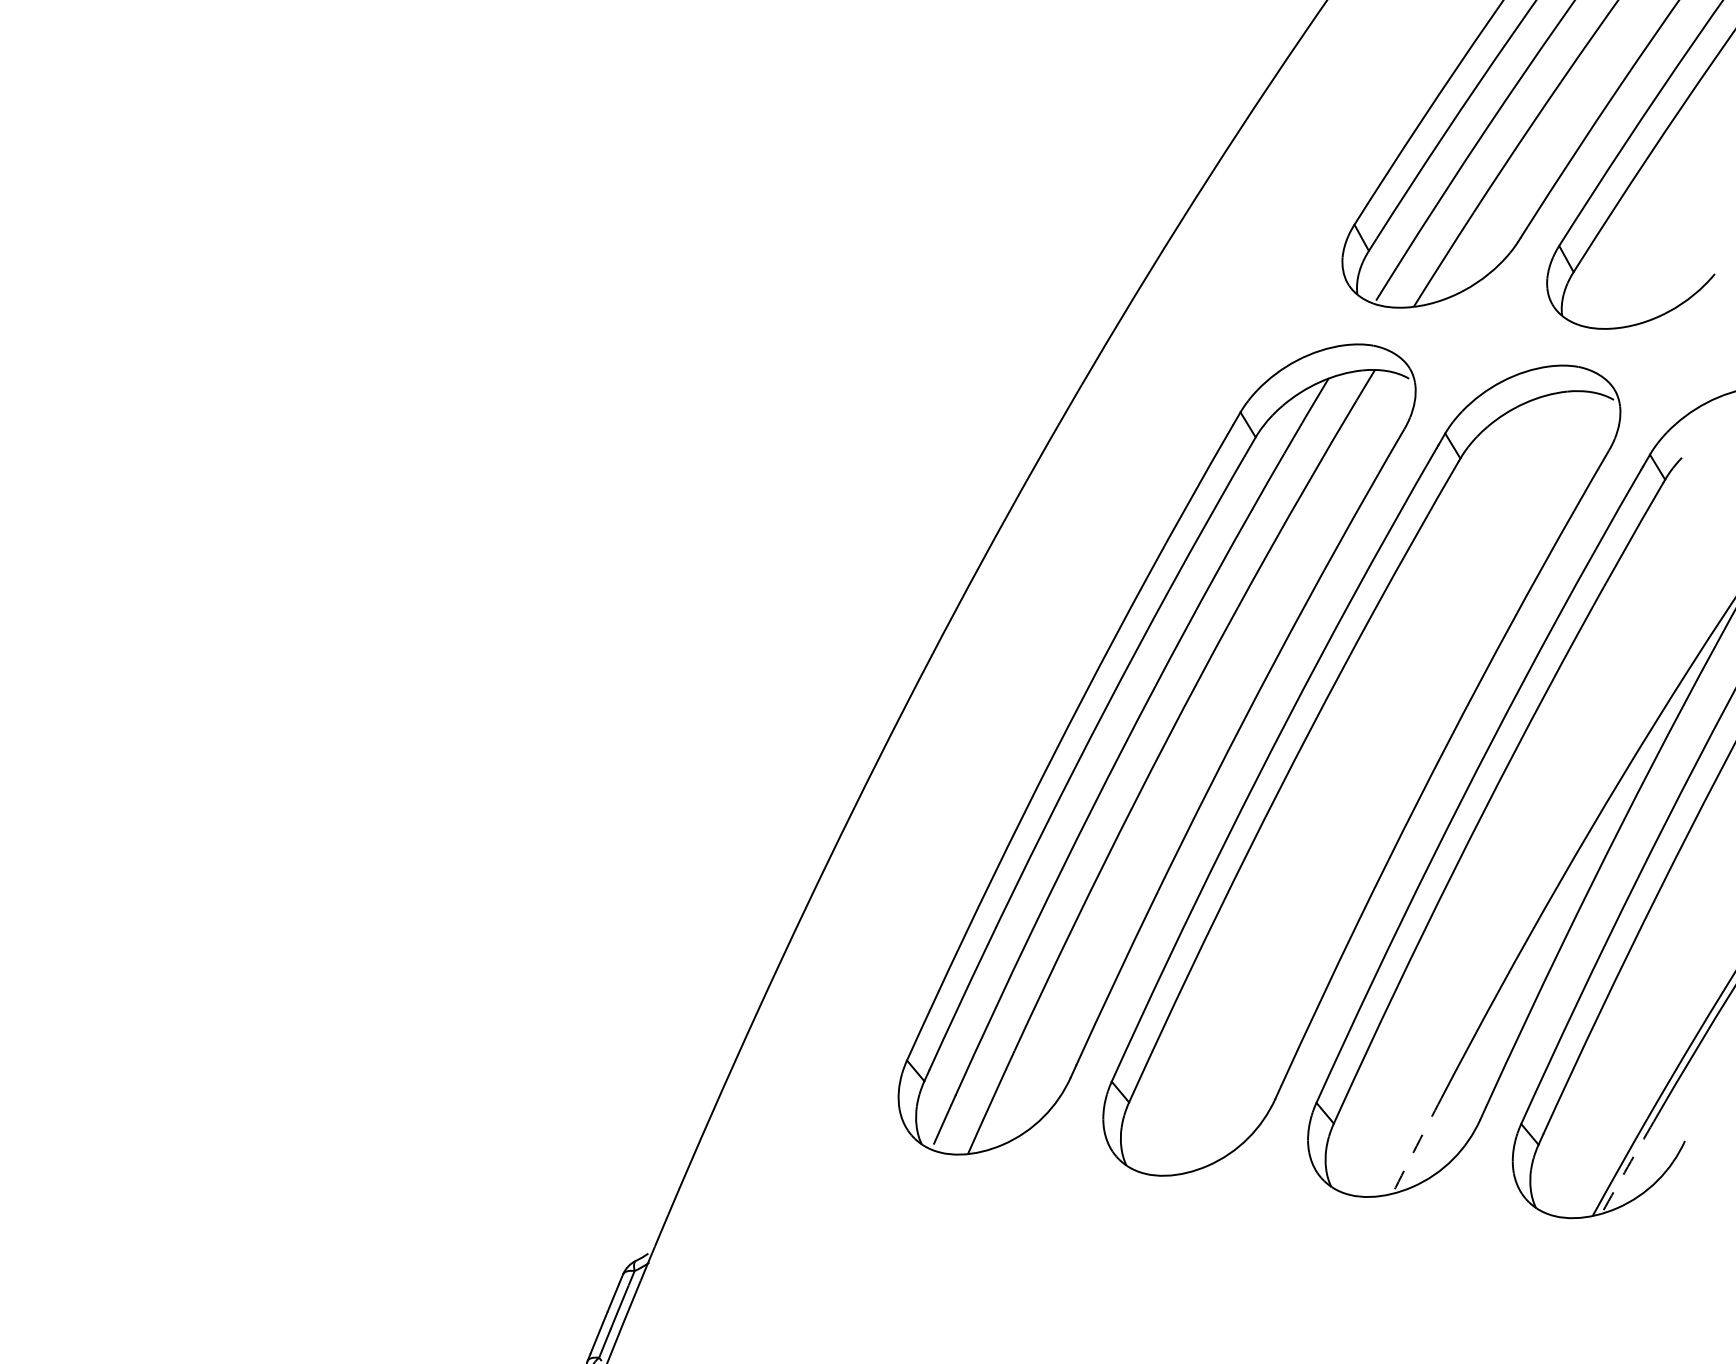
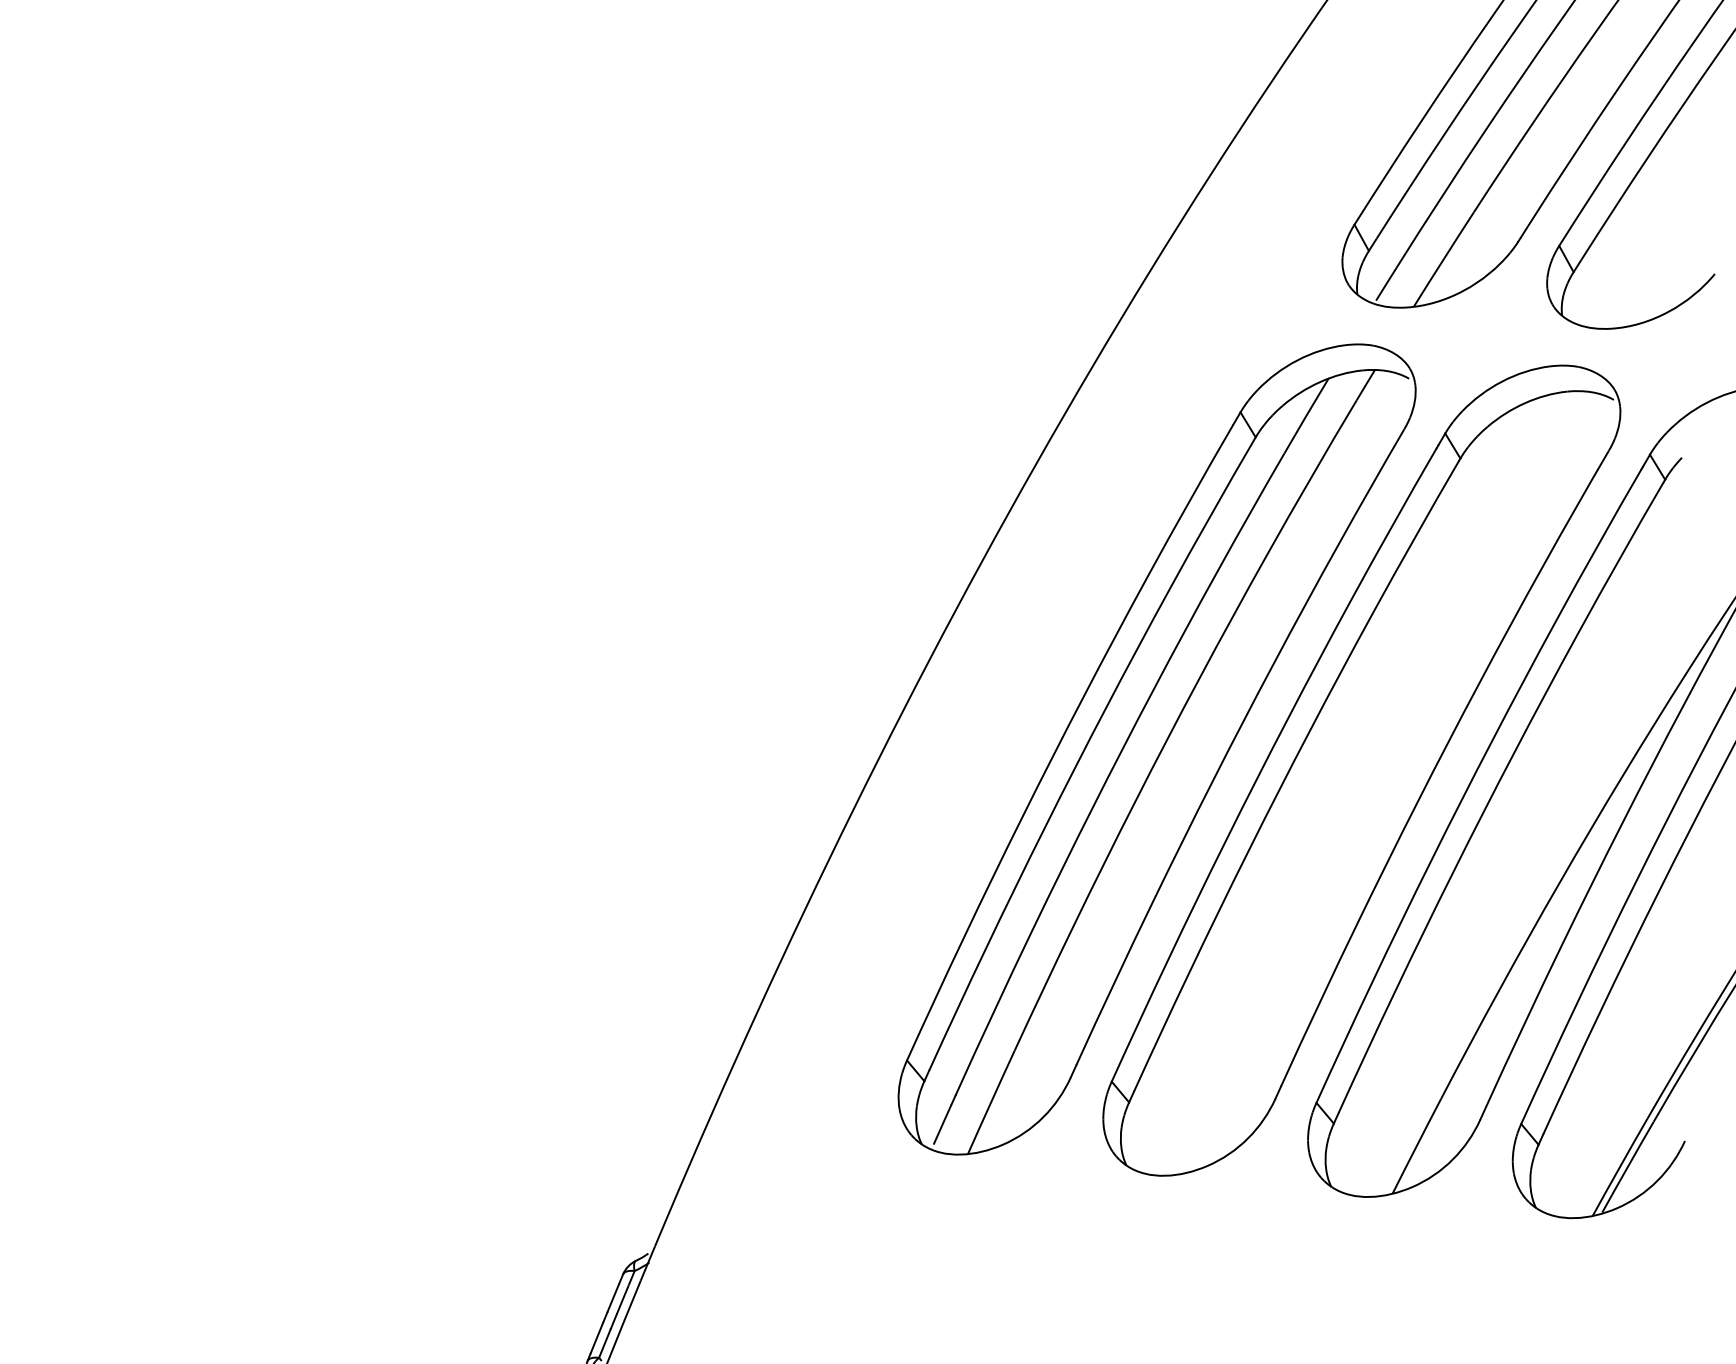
arc at (1416, 1145): dashed -> solid
arc at (1627, 1167): dashed -> solid
